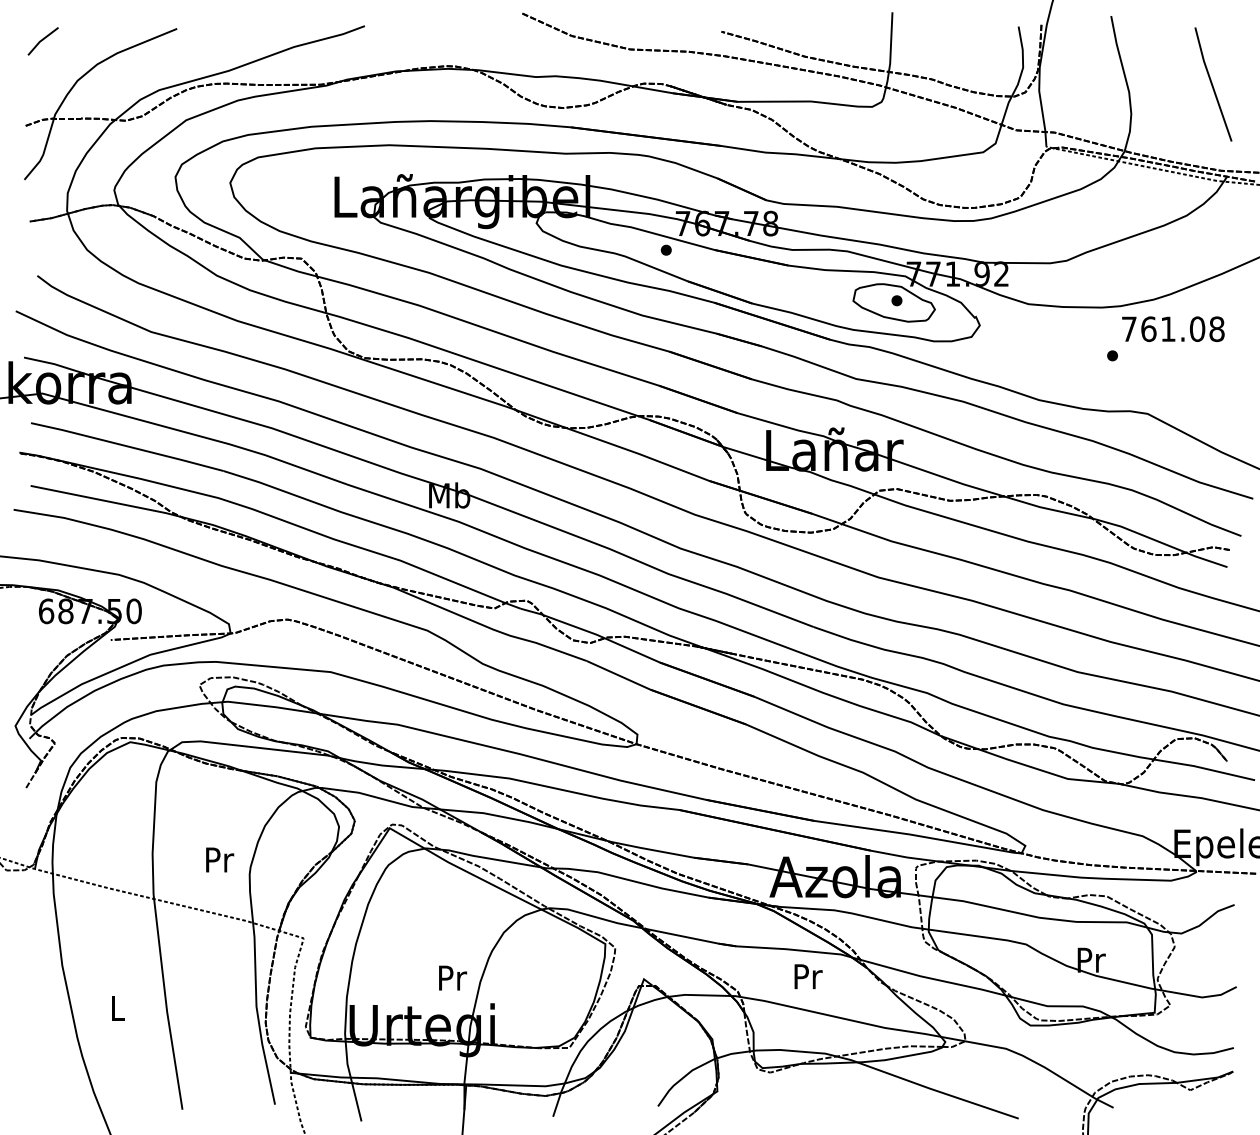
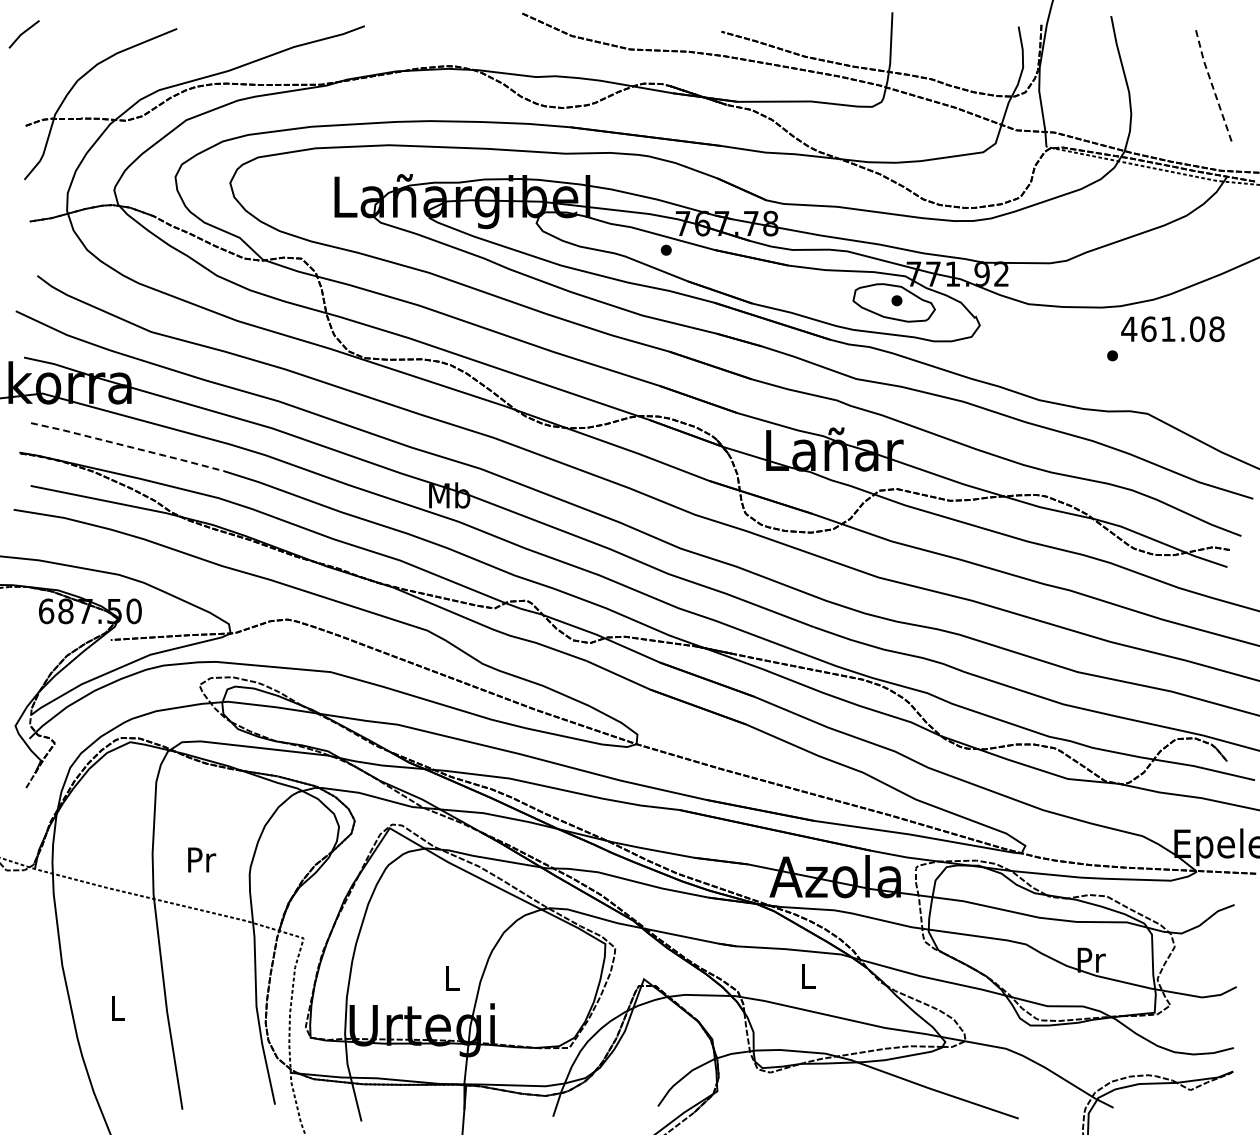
line at (42, 40) position: (42, 40) -> (23, 33)
line at (1211, 84): solid -> dashed
text at (1129, 328): 761.08 -> 461.08
line at (127, 446): solid -> dashed
text at (220, 859) position: (220, 859) -> (202, 859)
text at (808, 976): Pr -> L
text at (453, 977): Pr -> L
